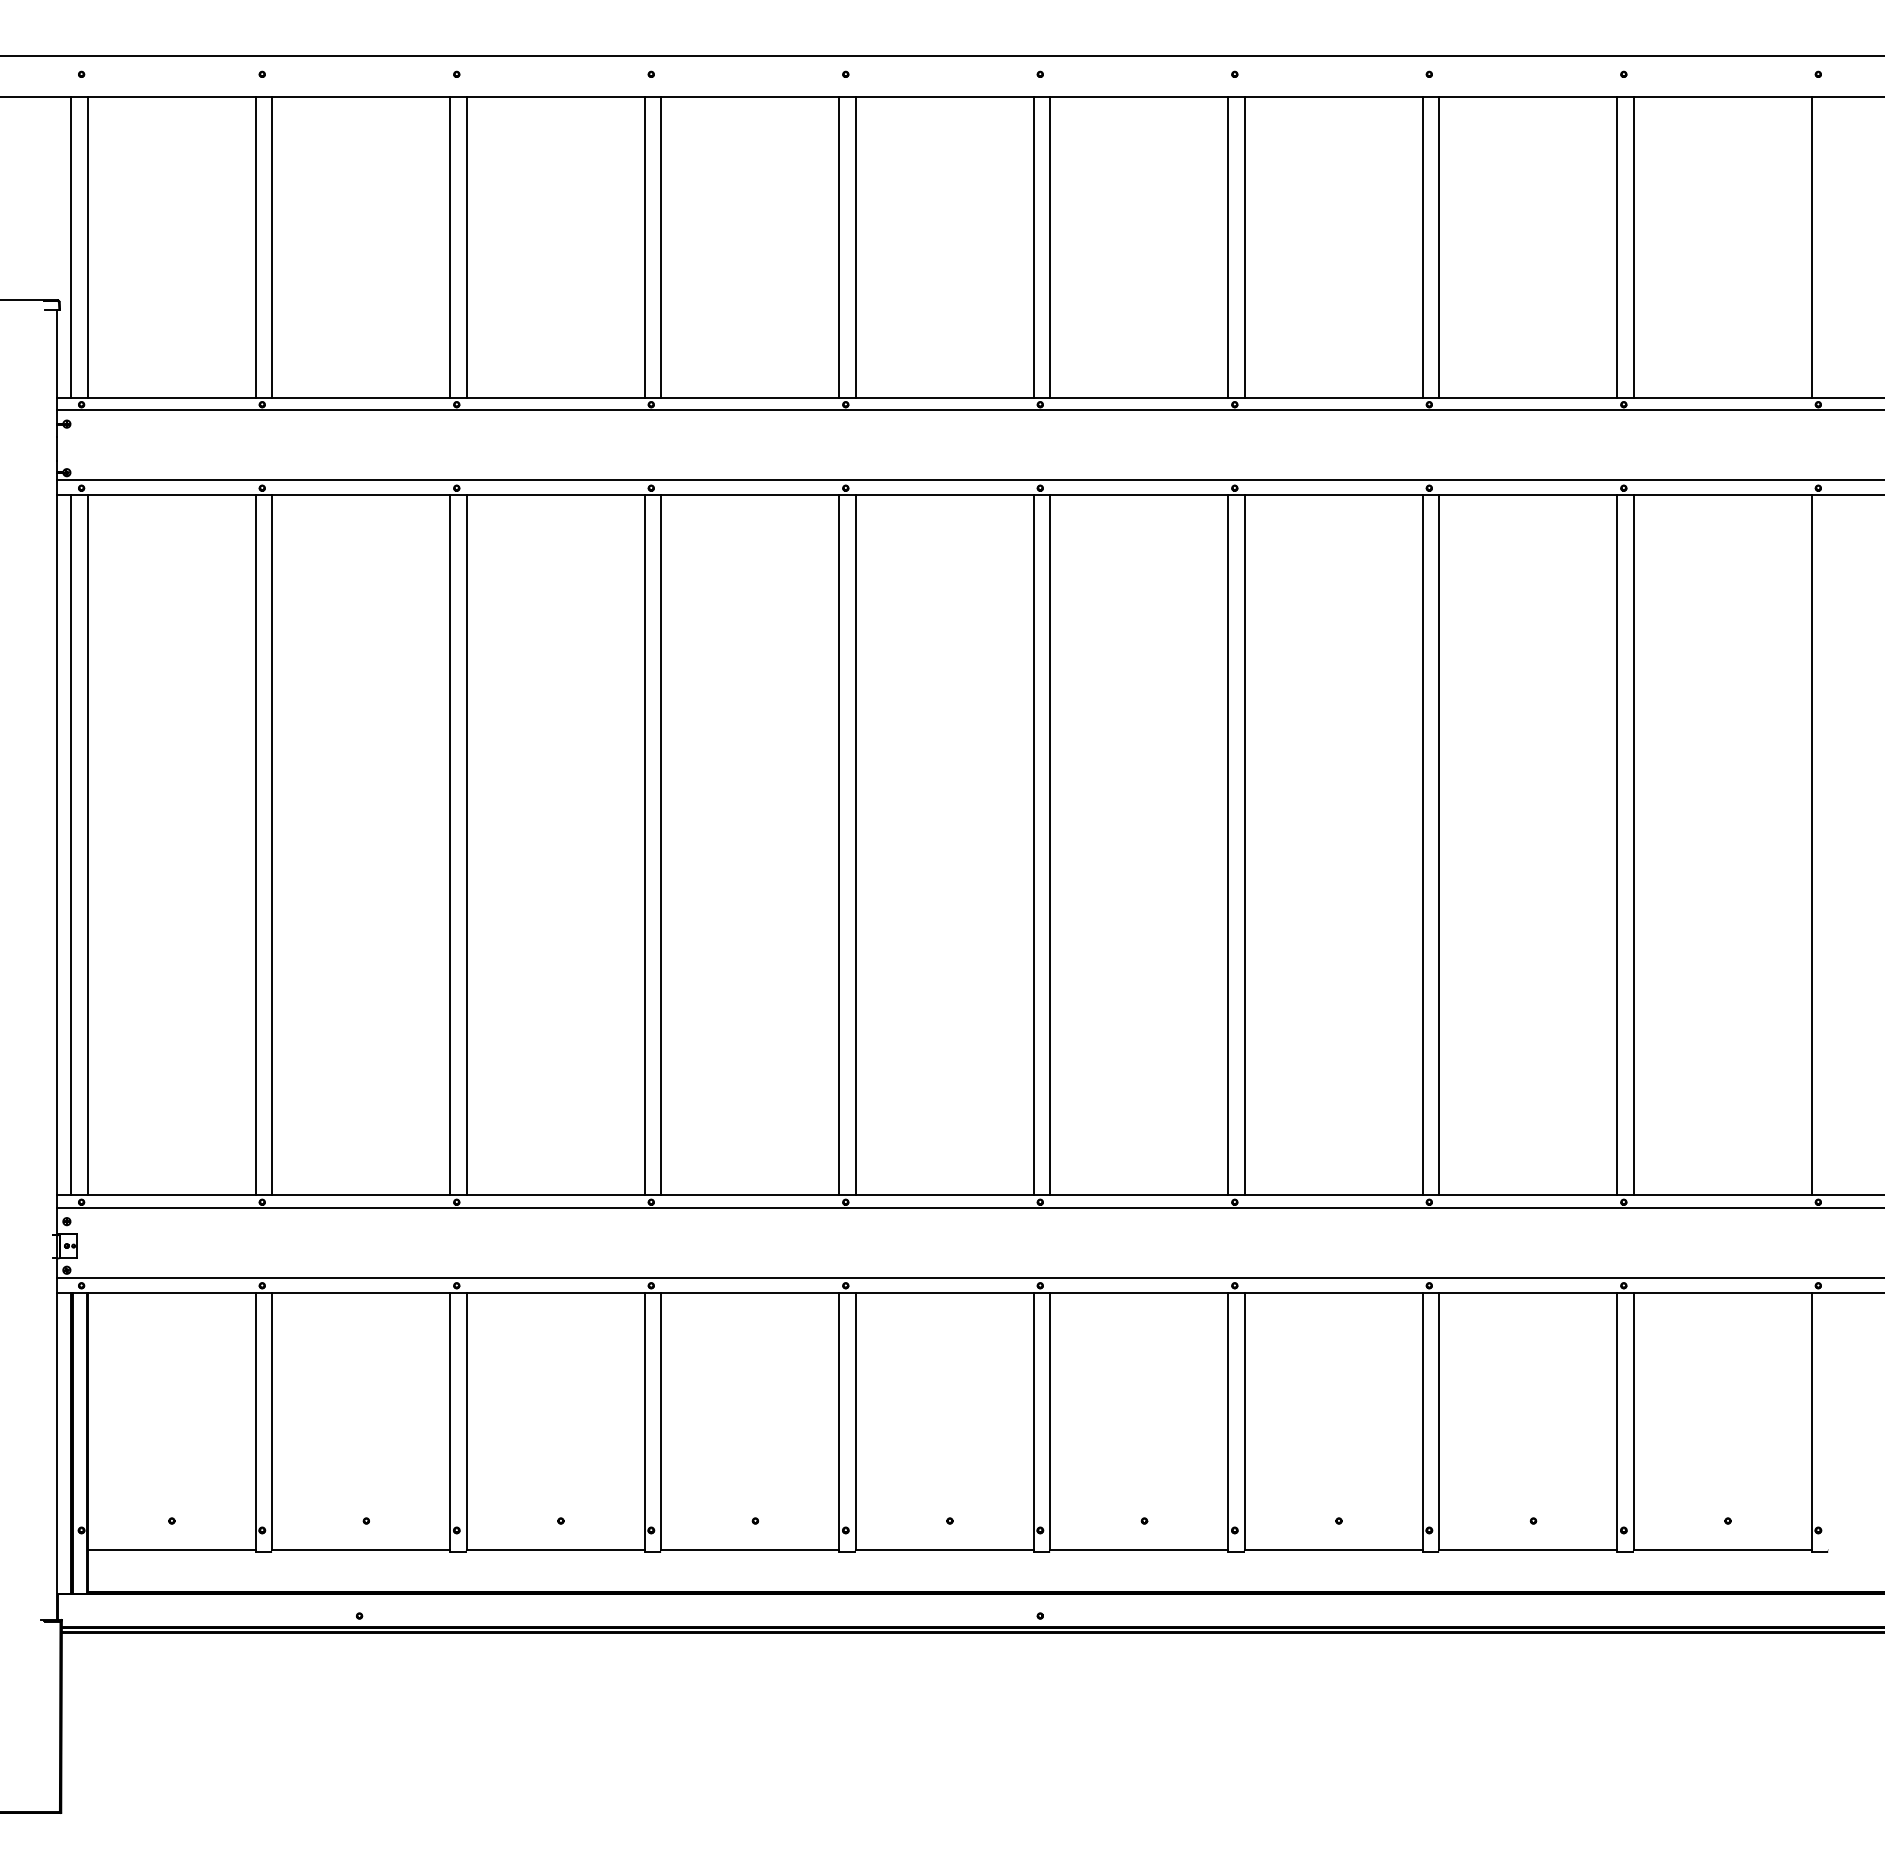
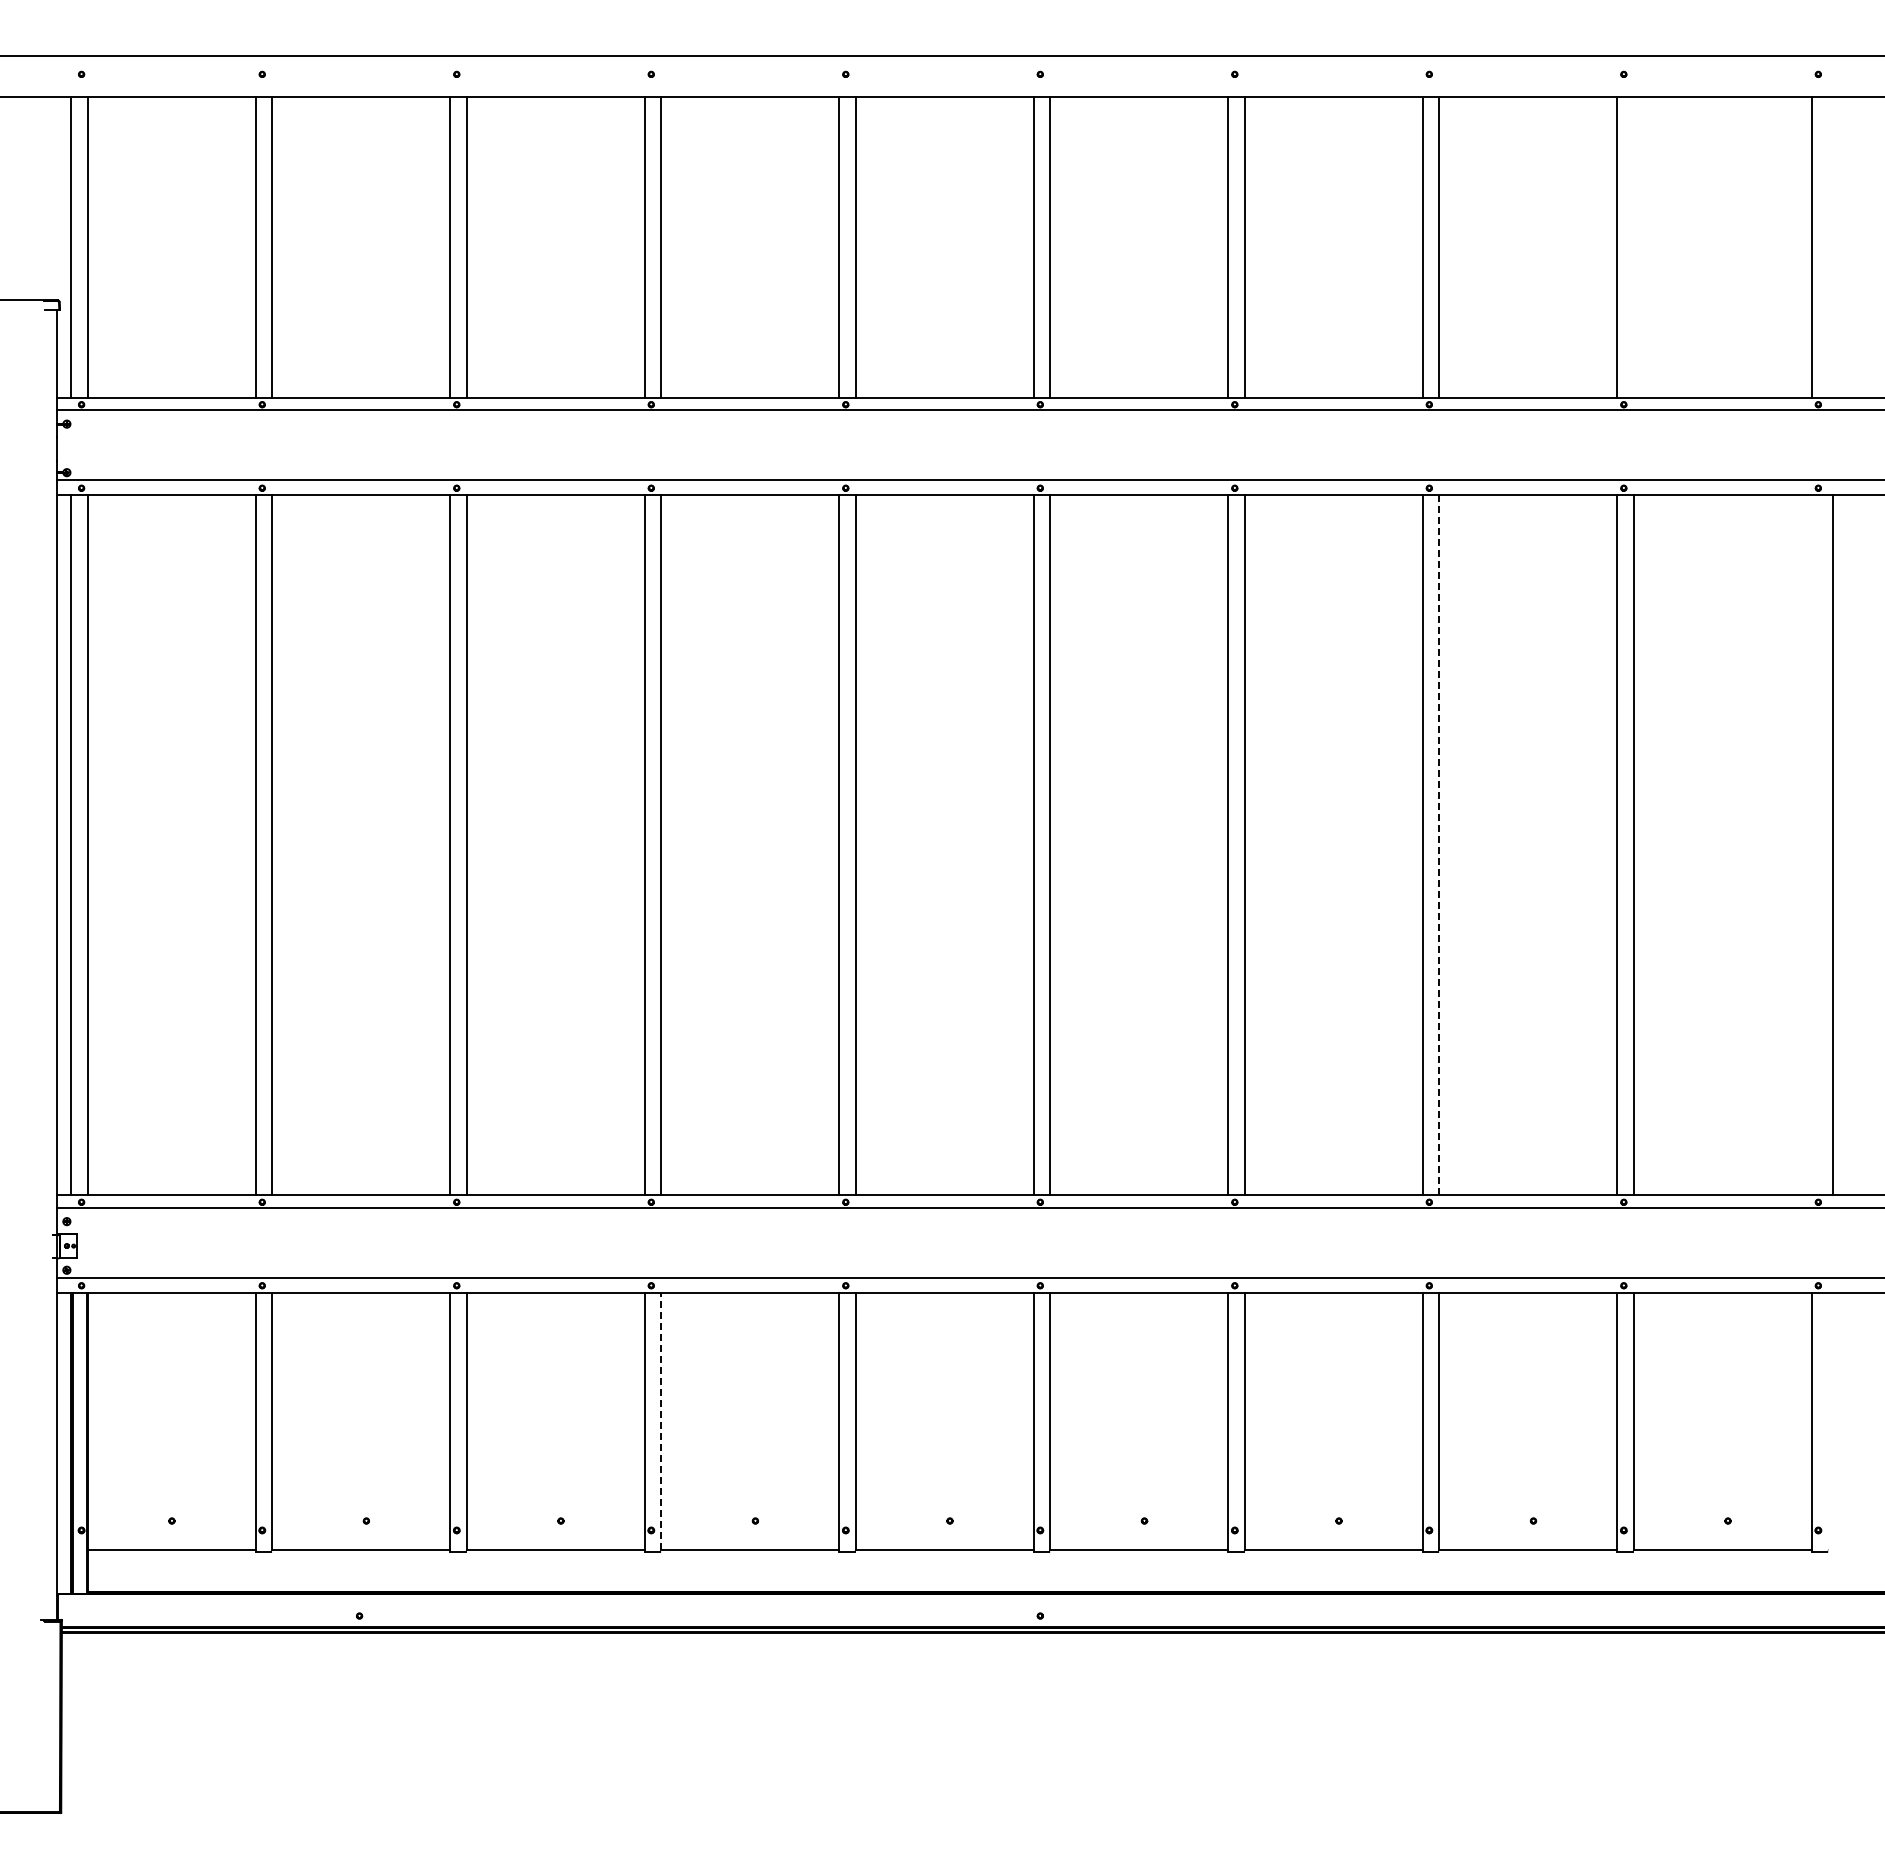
line at (1633, 246): present -> none
line at (1439, 844): solid -> dashed
line at (1811, 844) position: (1811, 844) -> (1832, 844)
line at (661, 1421): solid -> dashed
